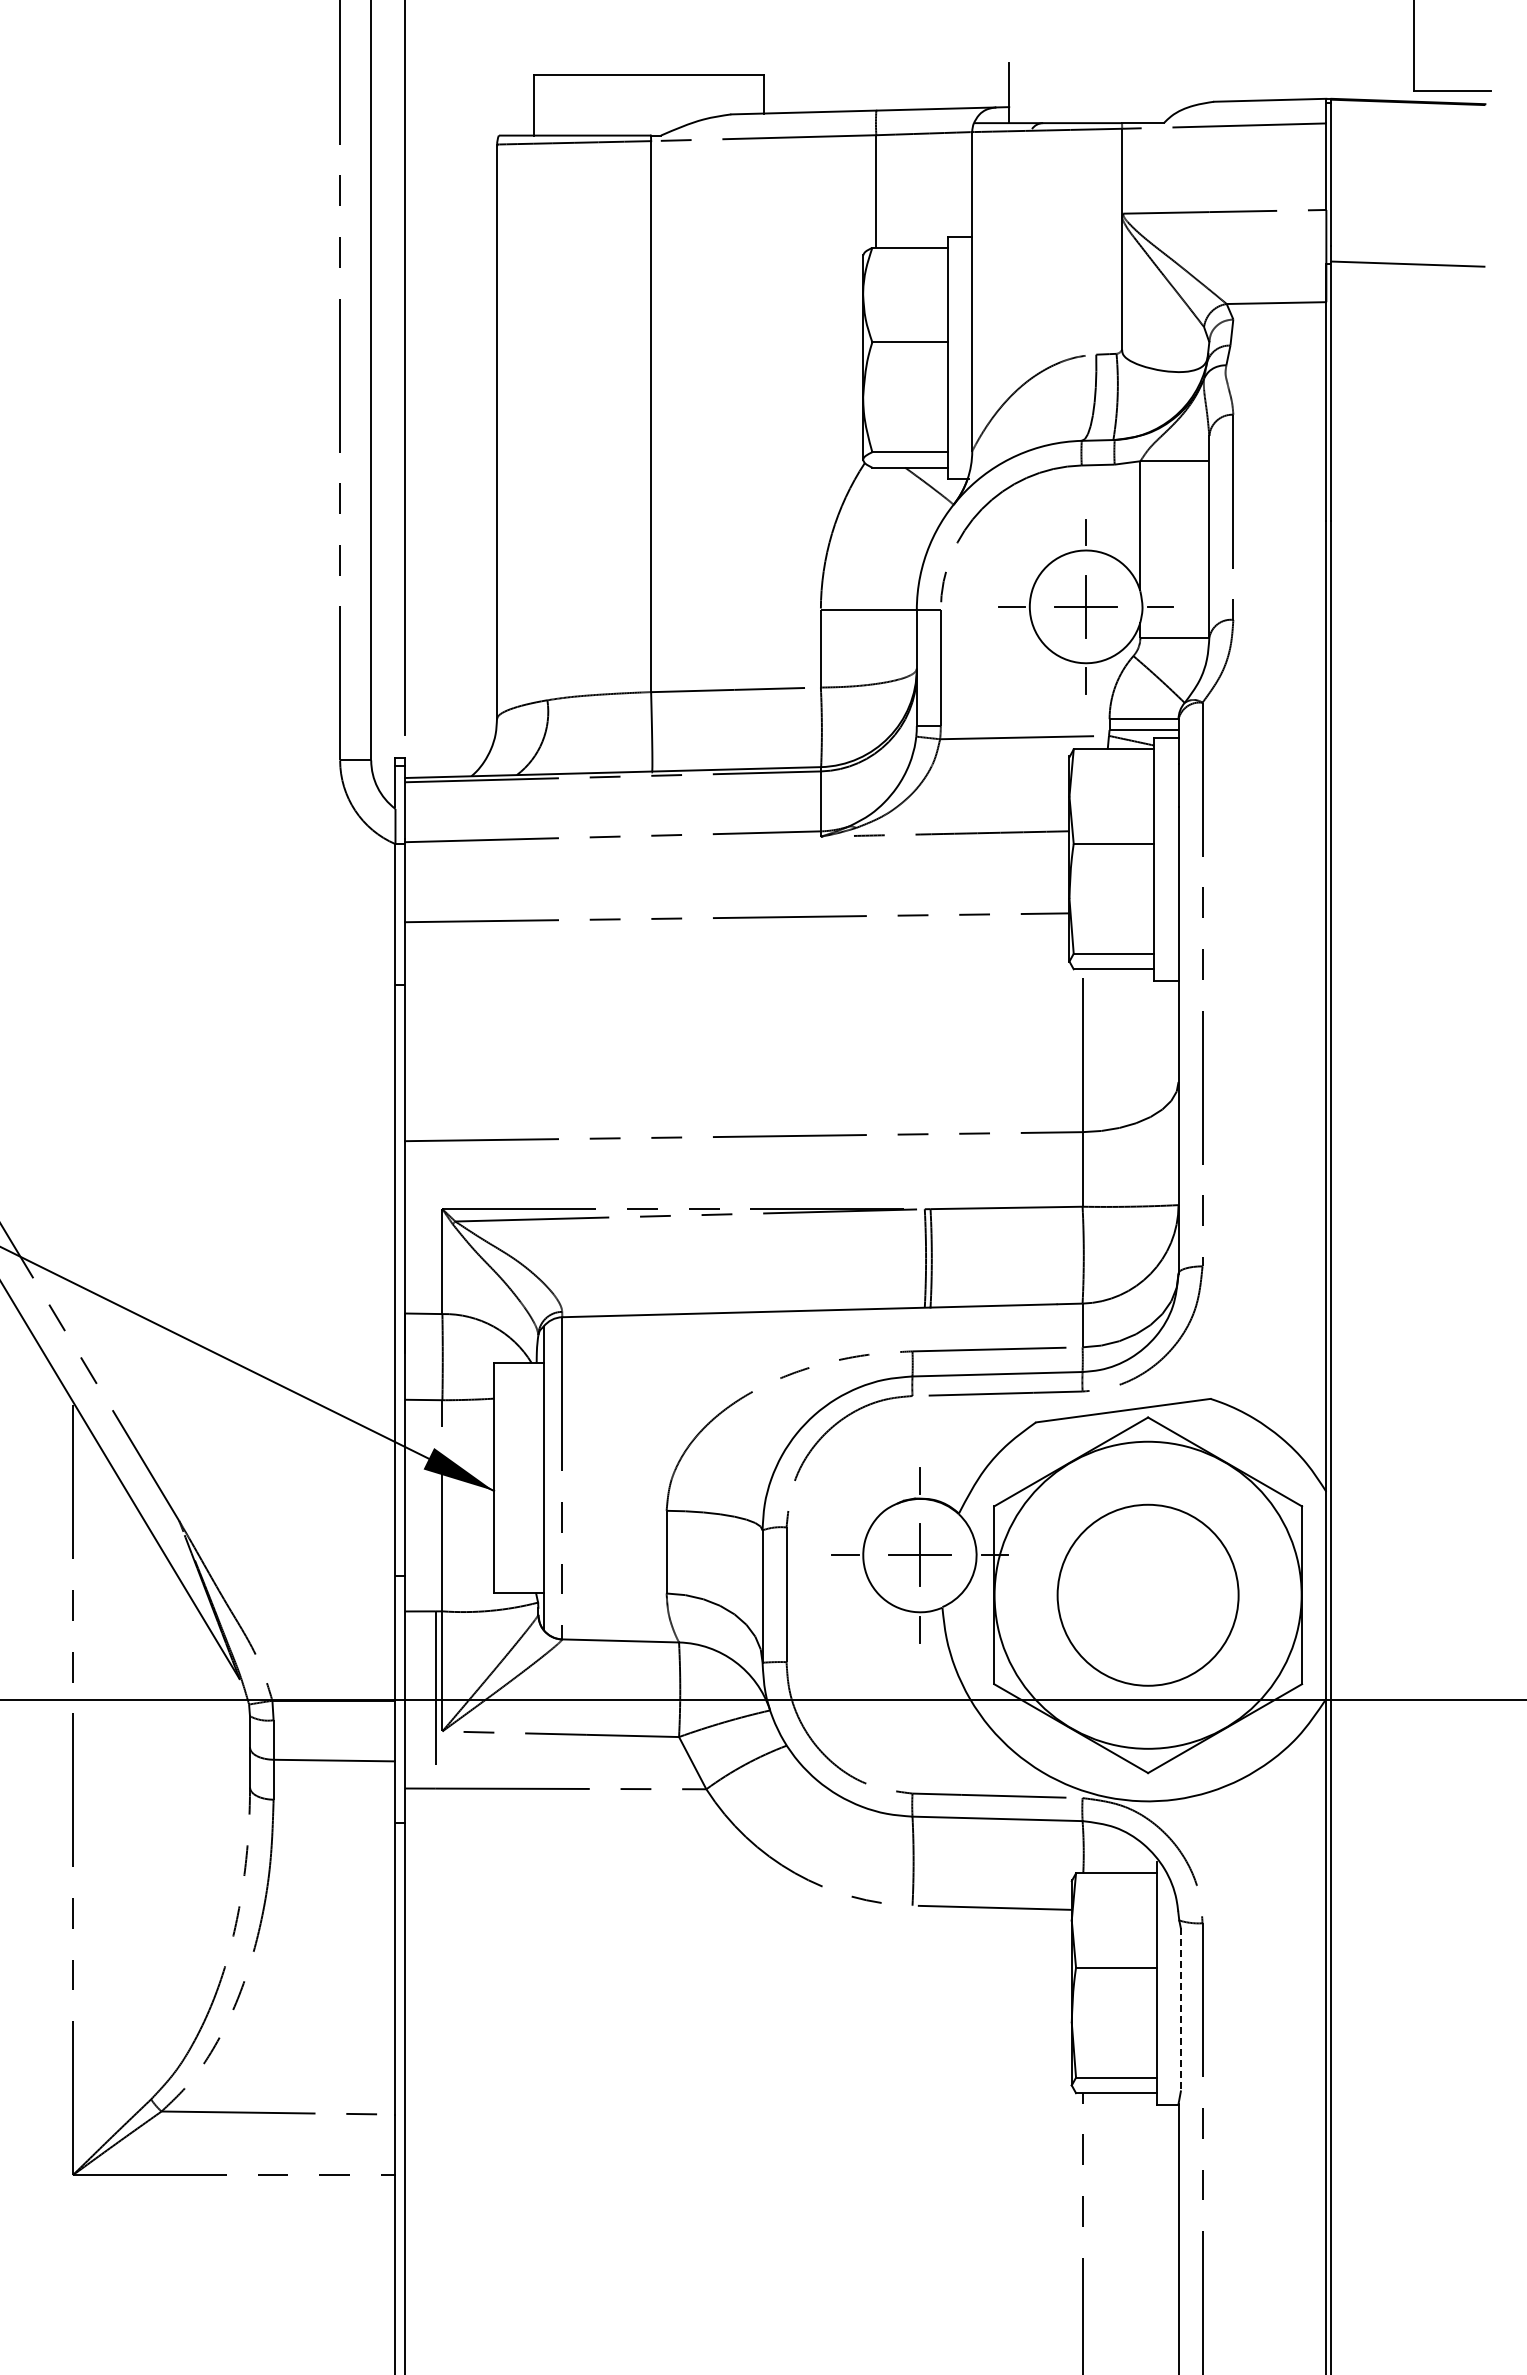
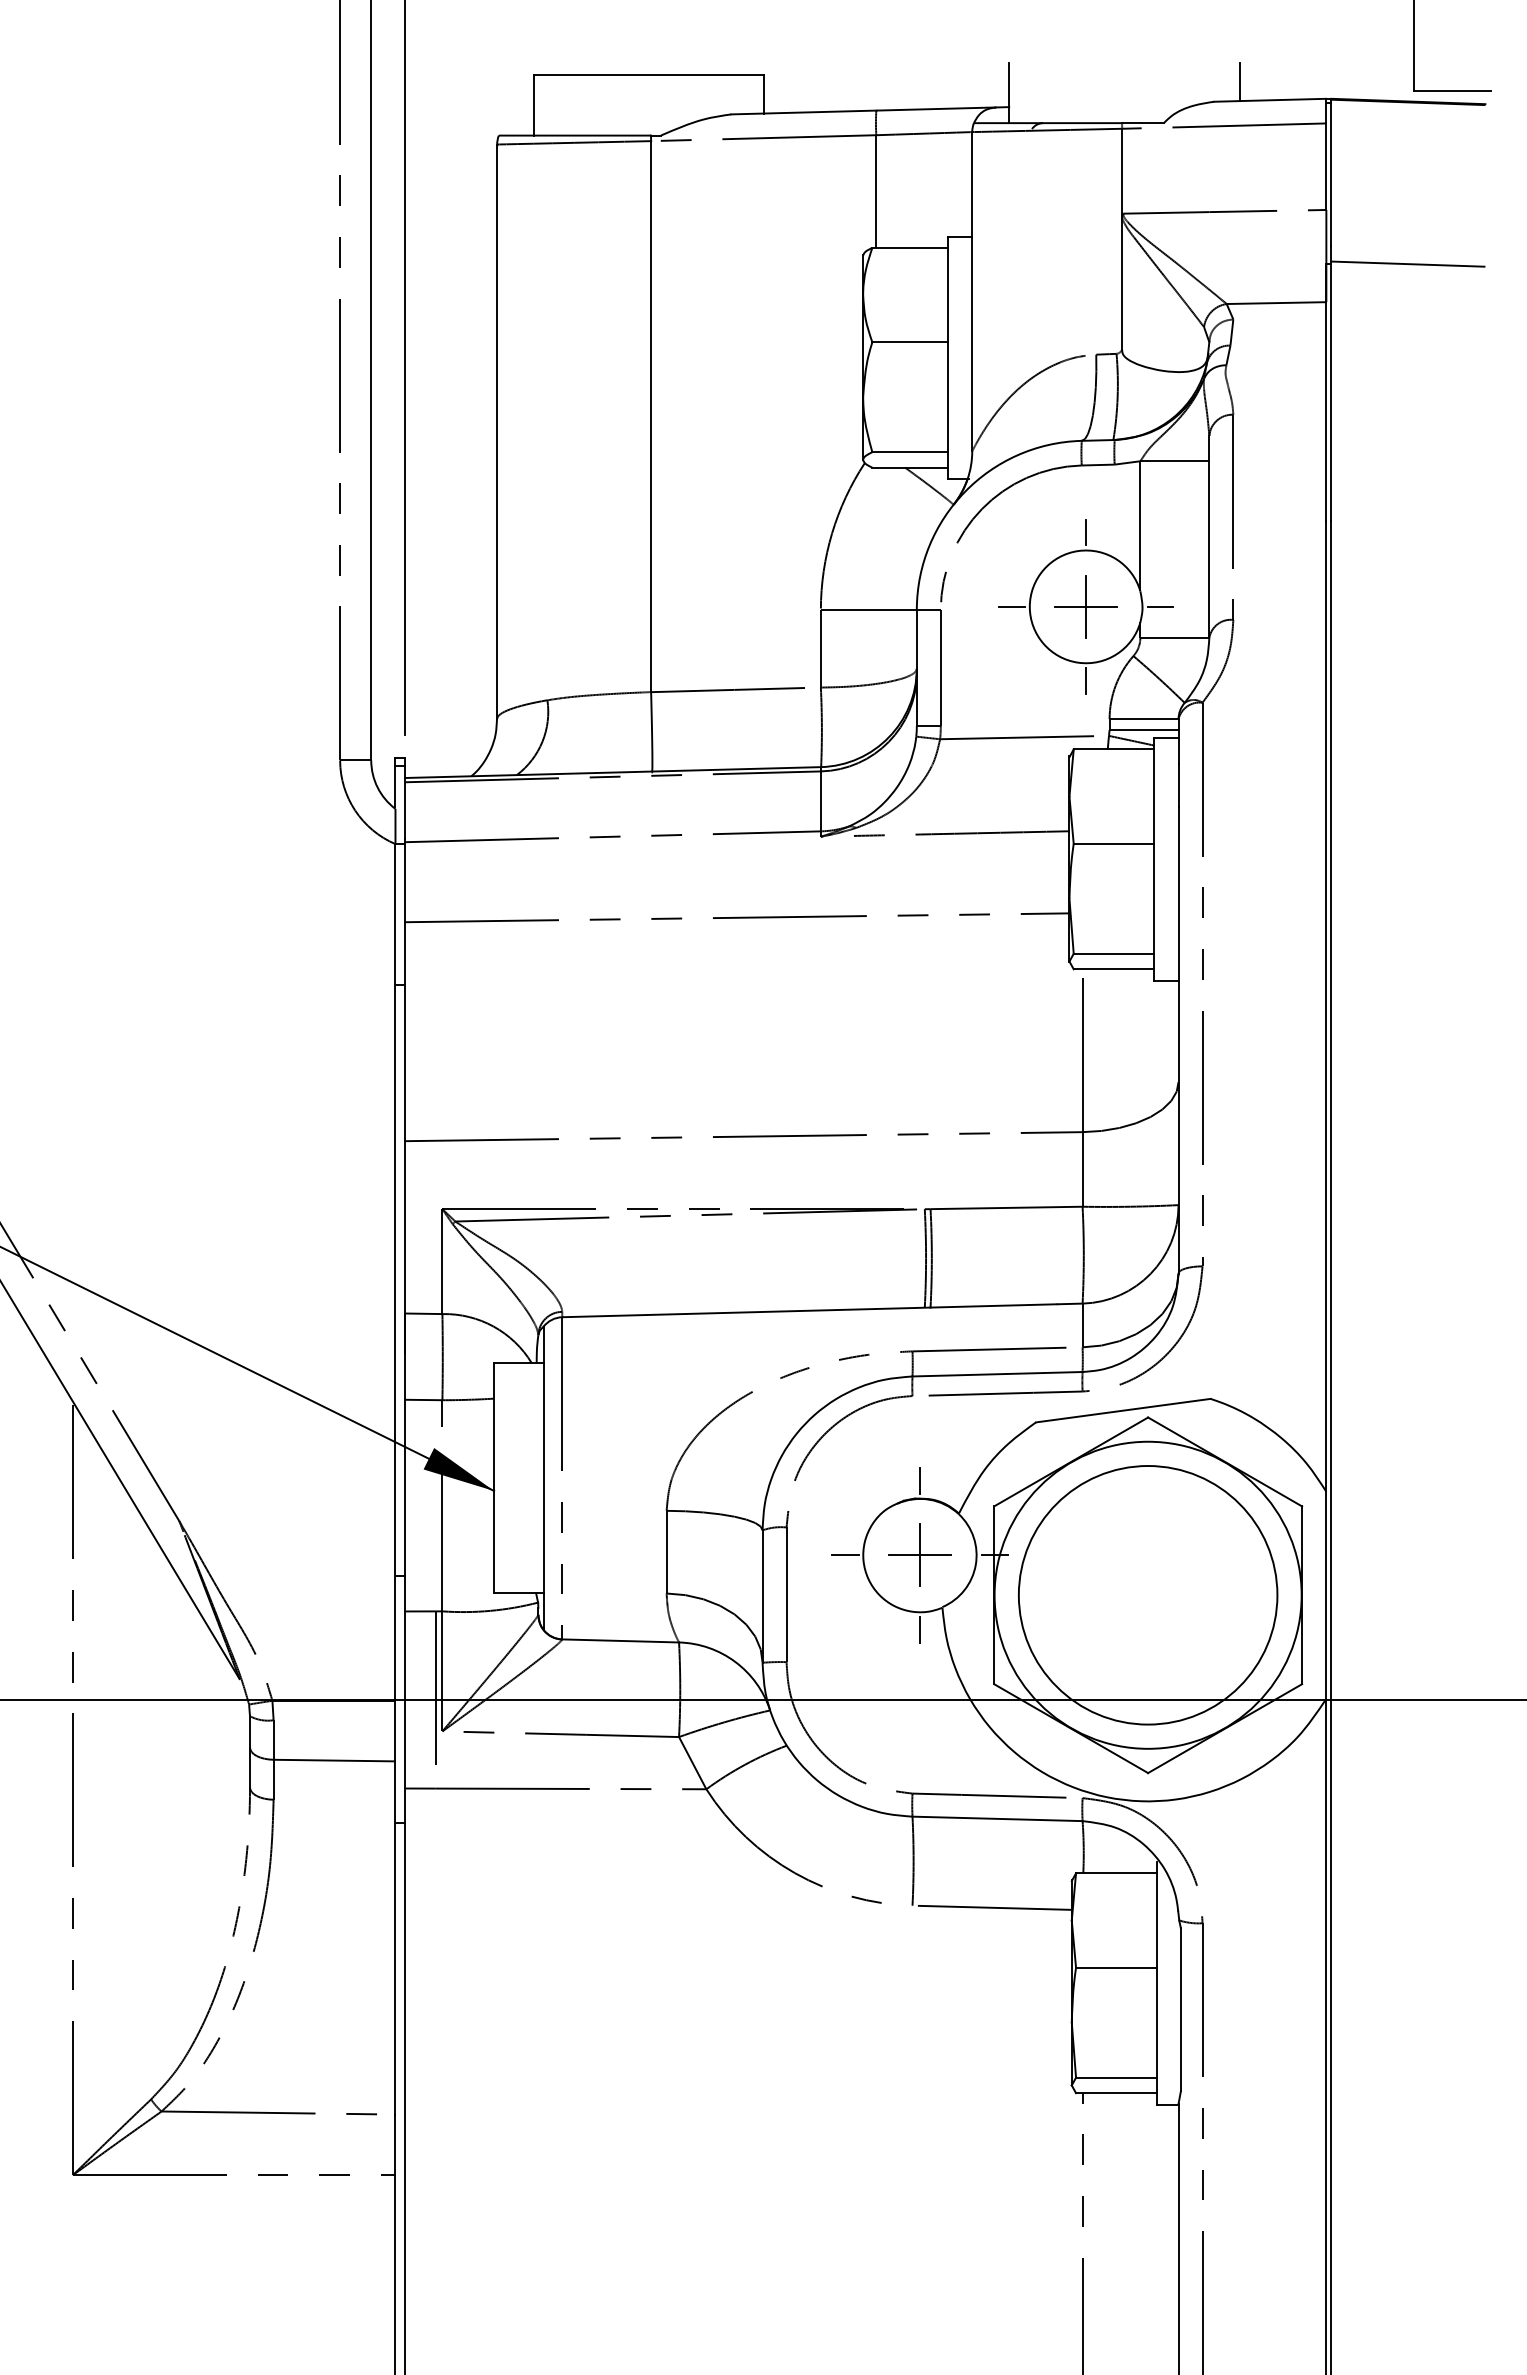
line at (1239, 81): none -> present
circle at (1147, 1594) diameter: 181 px -> 259 px
line at (1180, 2010): dashed -> solid
